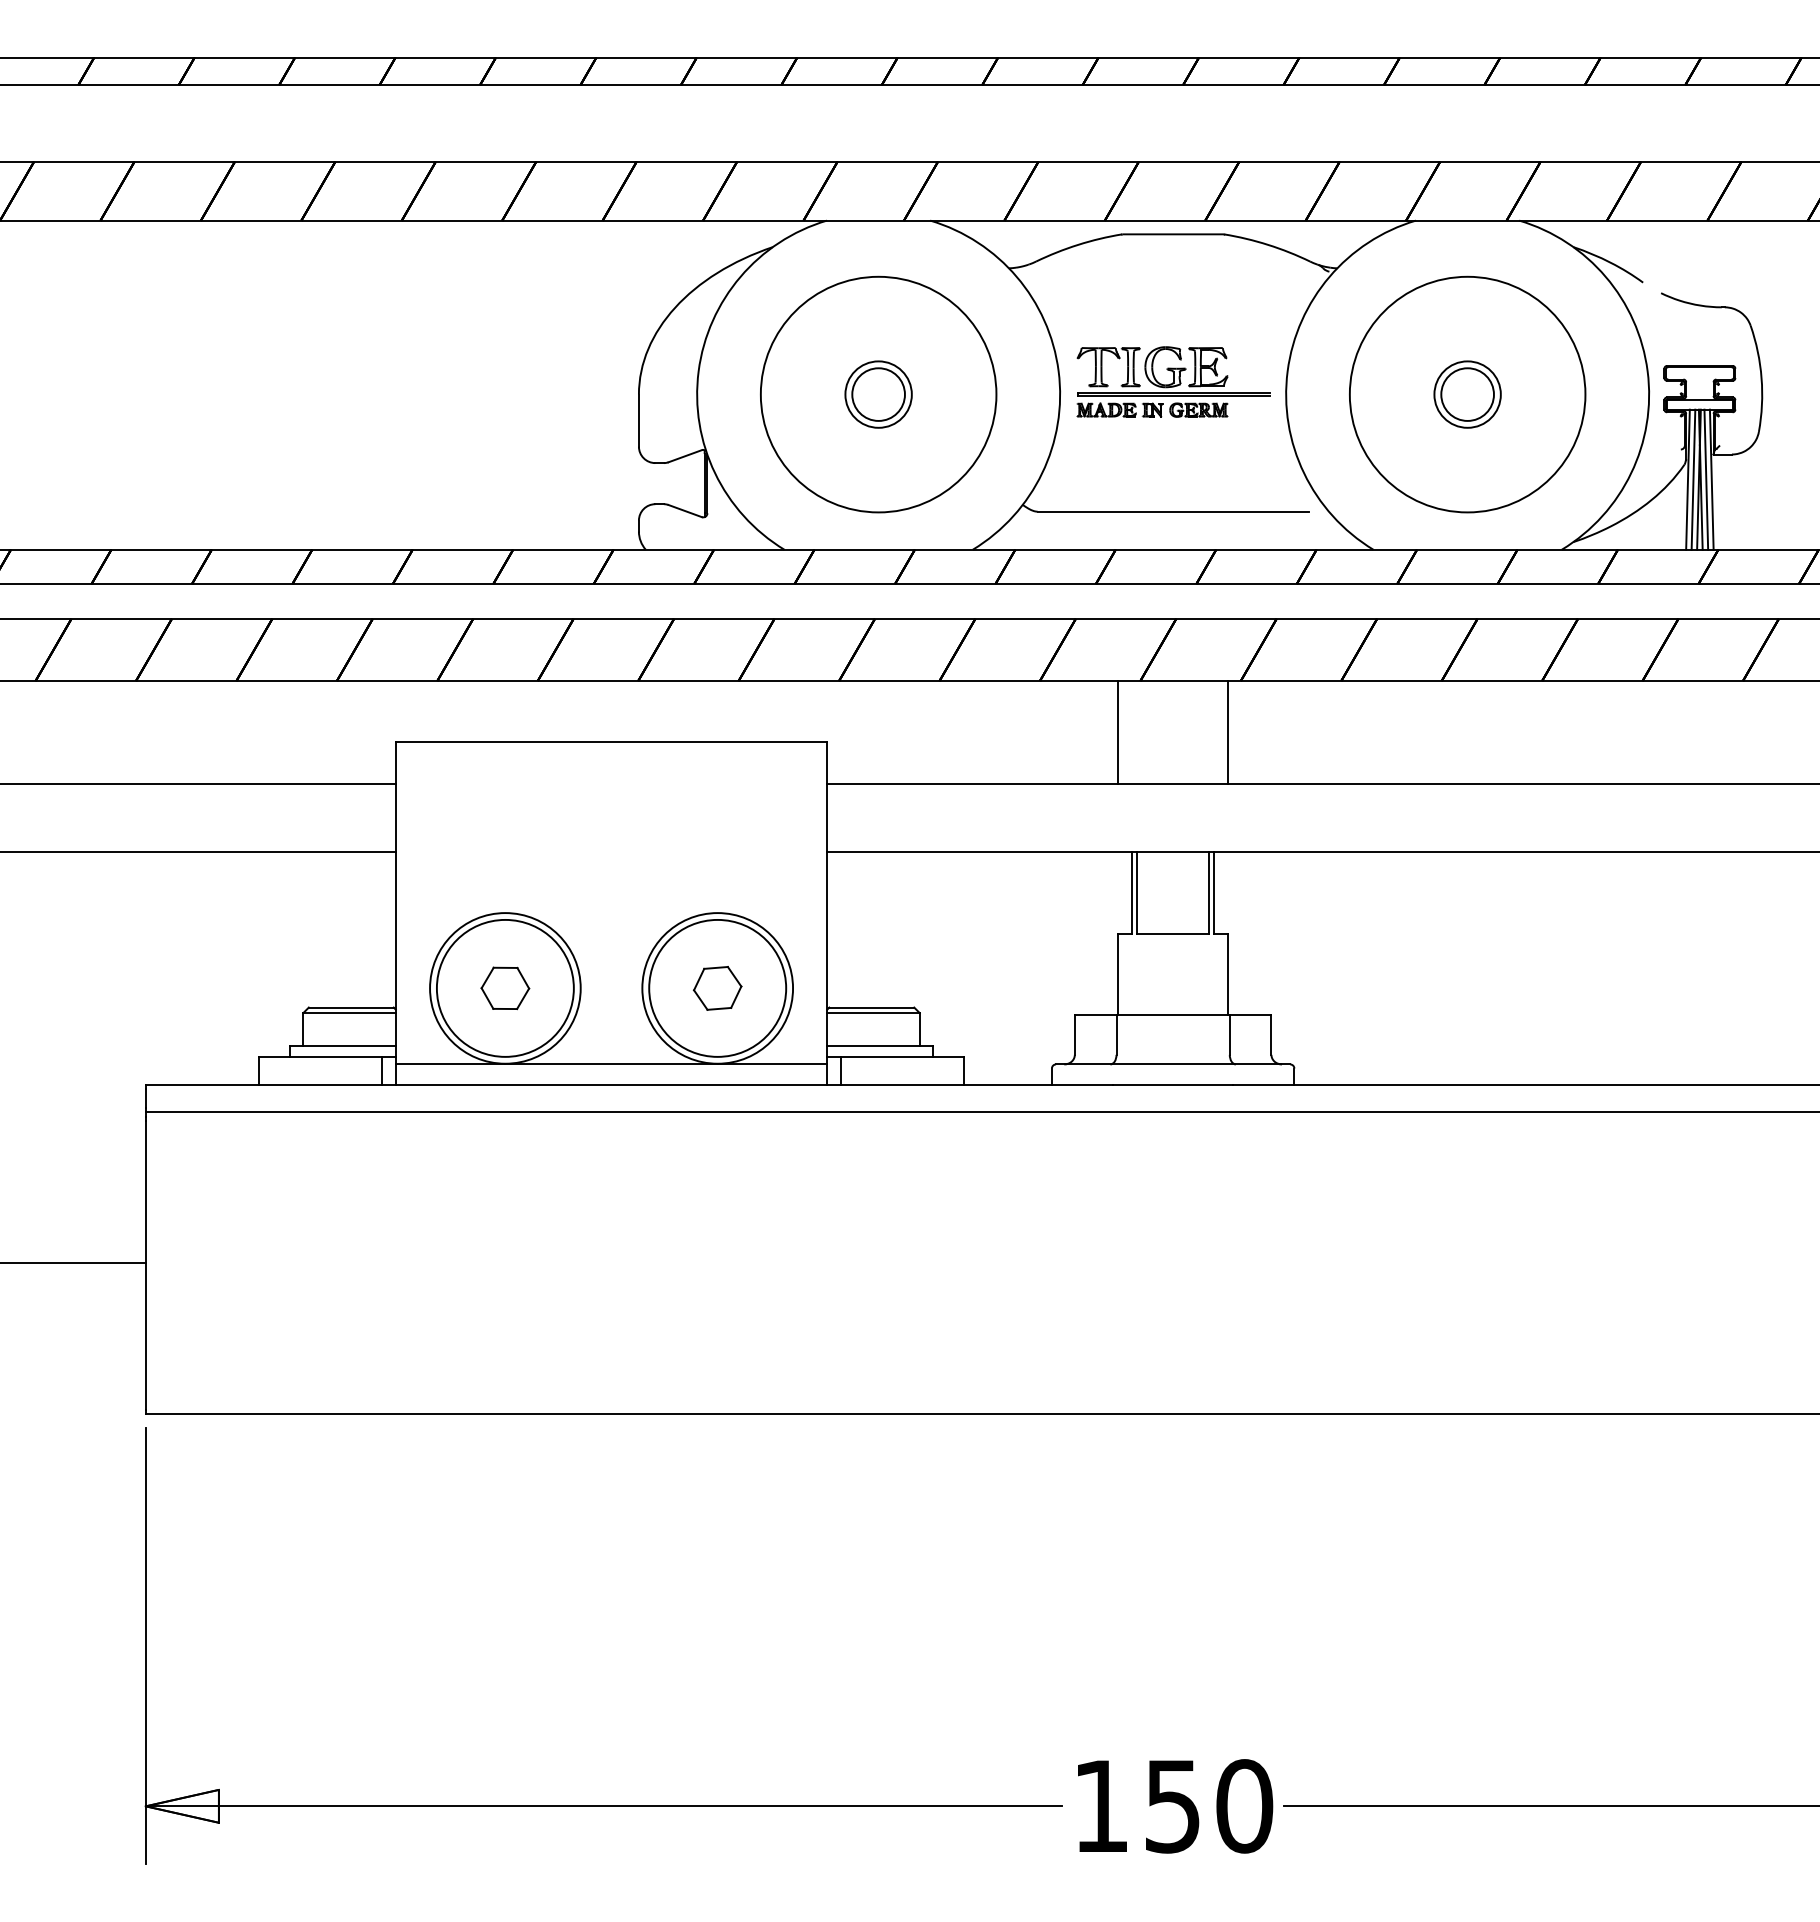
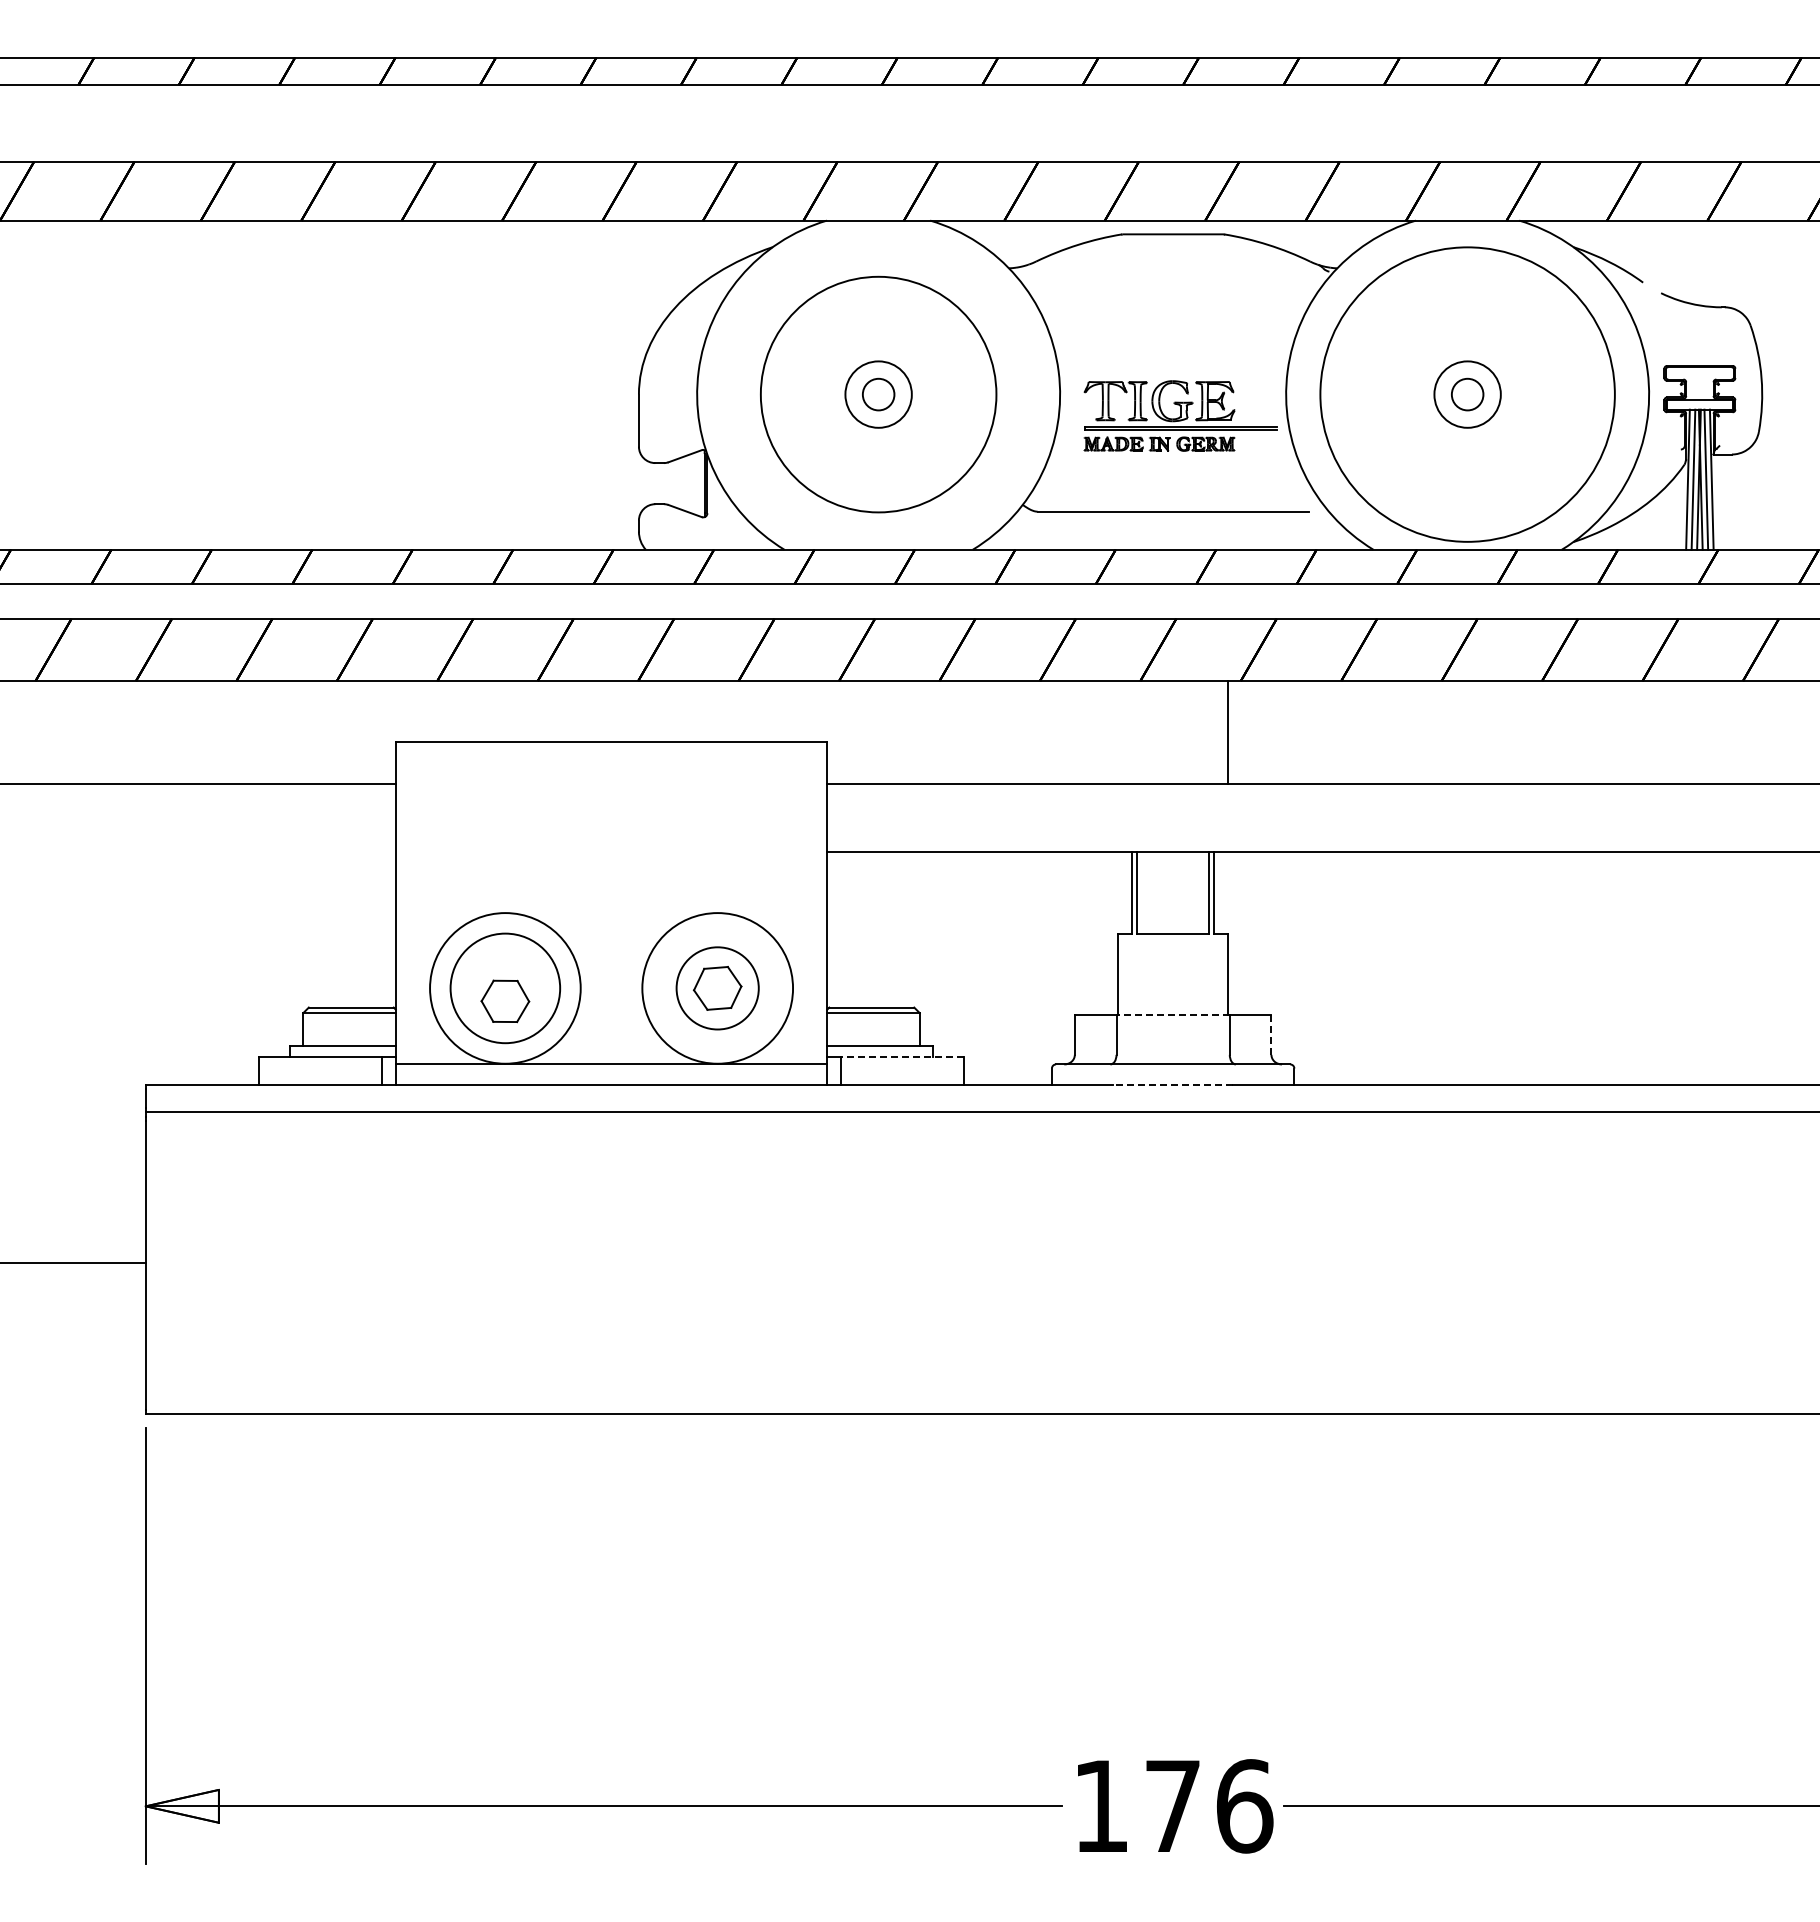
part at (1173, 381) position: (1173, 381) -> (1180, 415)
circle at (878, 394) diameter: 53 px -> 32 px
circle at (1467, 394) diameter: 236 px -> 294 px
circle at (1467, 394) diameter: 53 px -> 32 px
line at (1118, 731): present -> none
line at (198, 852): present -> none
circle at (504, 987) diameter: 137 px -> 110 px
circle at (717, 987) diameter: 137 px -> 82 px
part at (505, 988) position: (505, 988) -> (505, 1001)
line at (1173, 1015): solid -> dashed
line at (1271, 1034): solid -> dashed
line at (902, 1056): solid -> dashed
line at (1173, 1084): solid -> dashed
text at (1209, 1806): 150 -> 176
